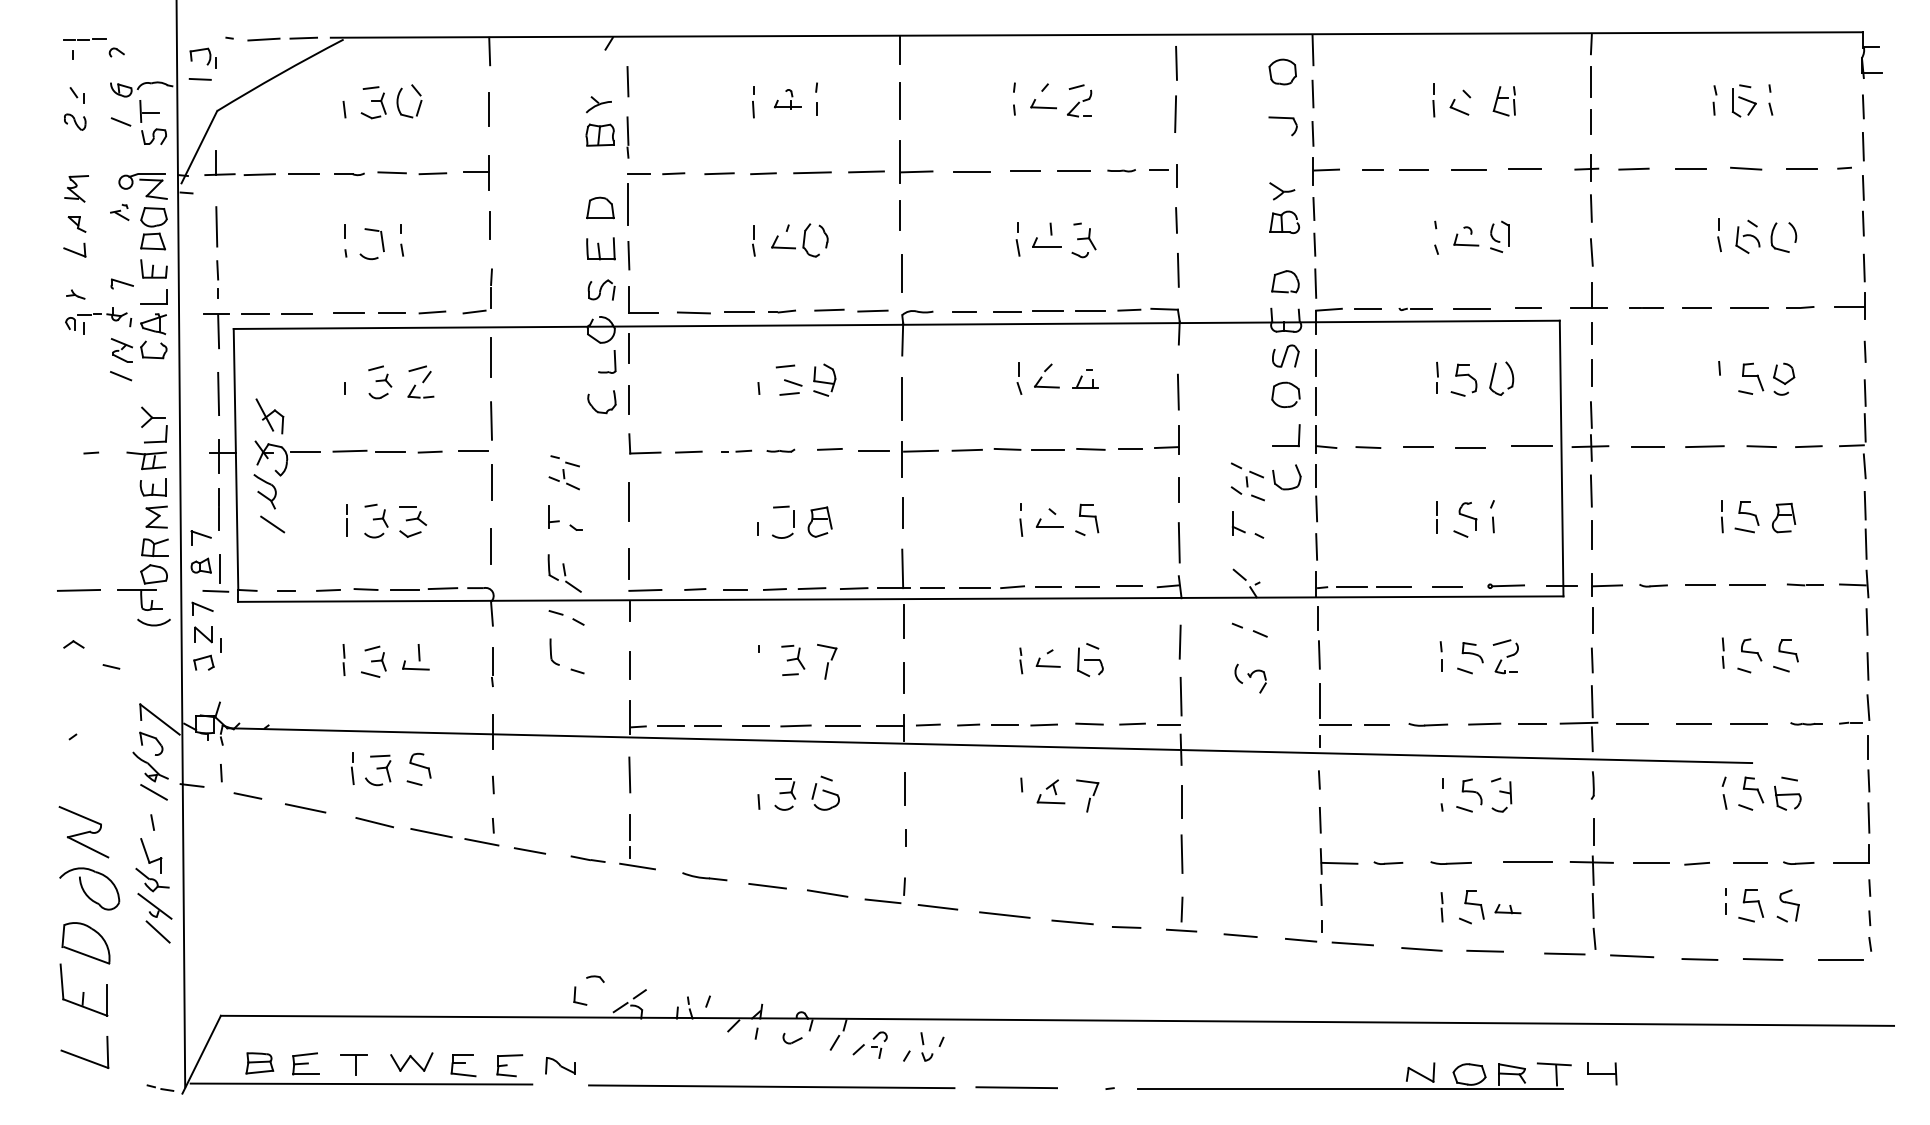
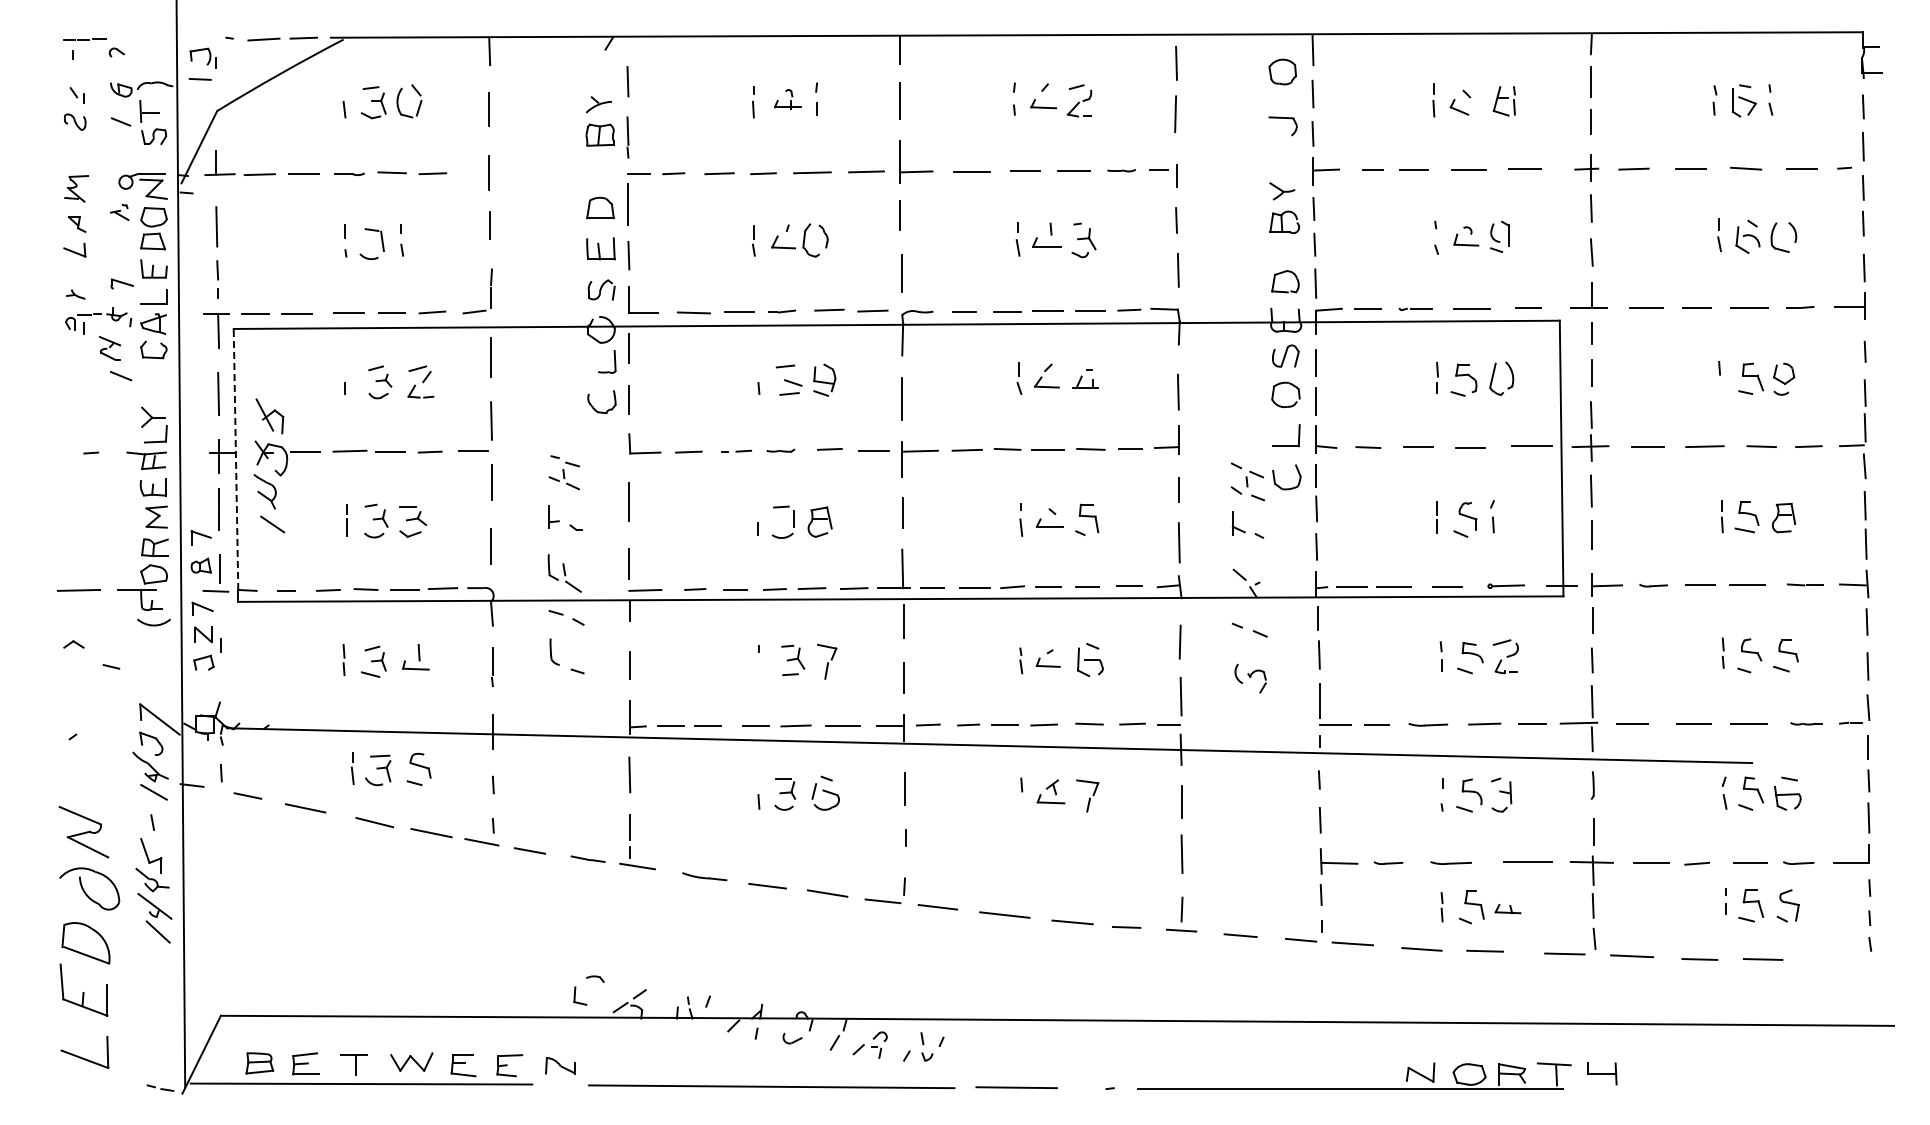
line at (476, 172): present -> none
part at (121, 350) position: (121, 350) -> (109, 348)
line at (236, 459): solid -> dashed
line at (1840, 959): present -> none
